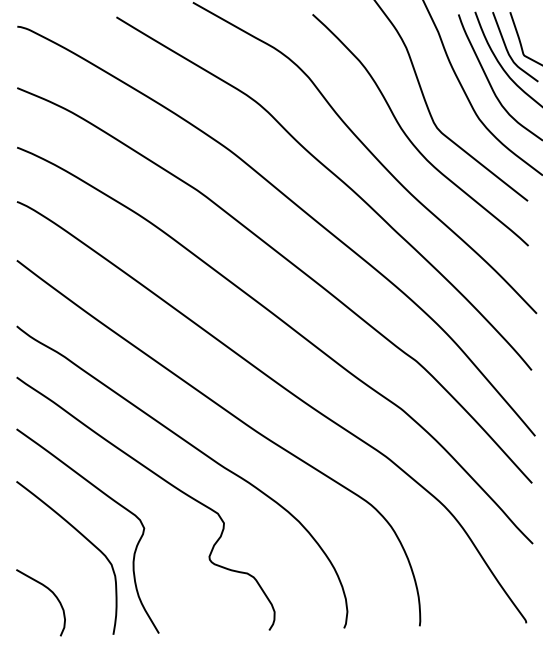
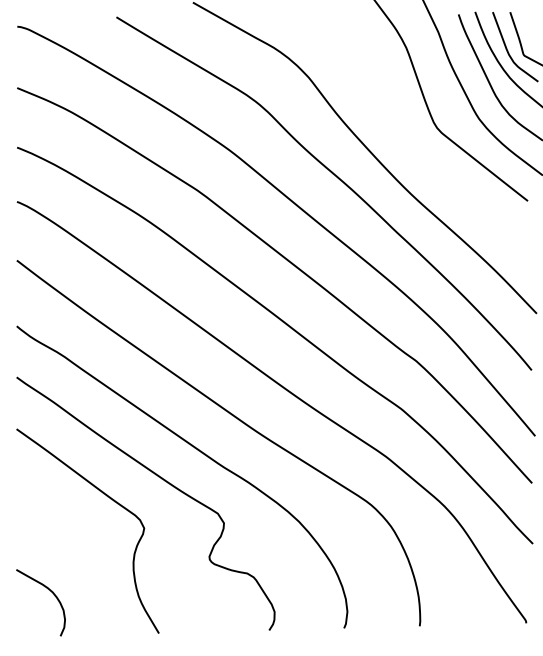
curve at (408, 136): present -> none
curve at (84, 538): present -> none
